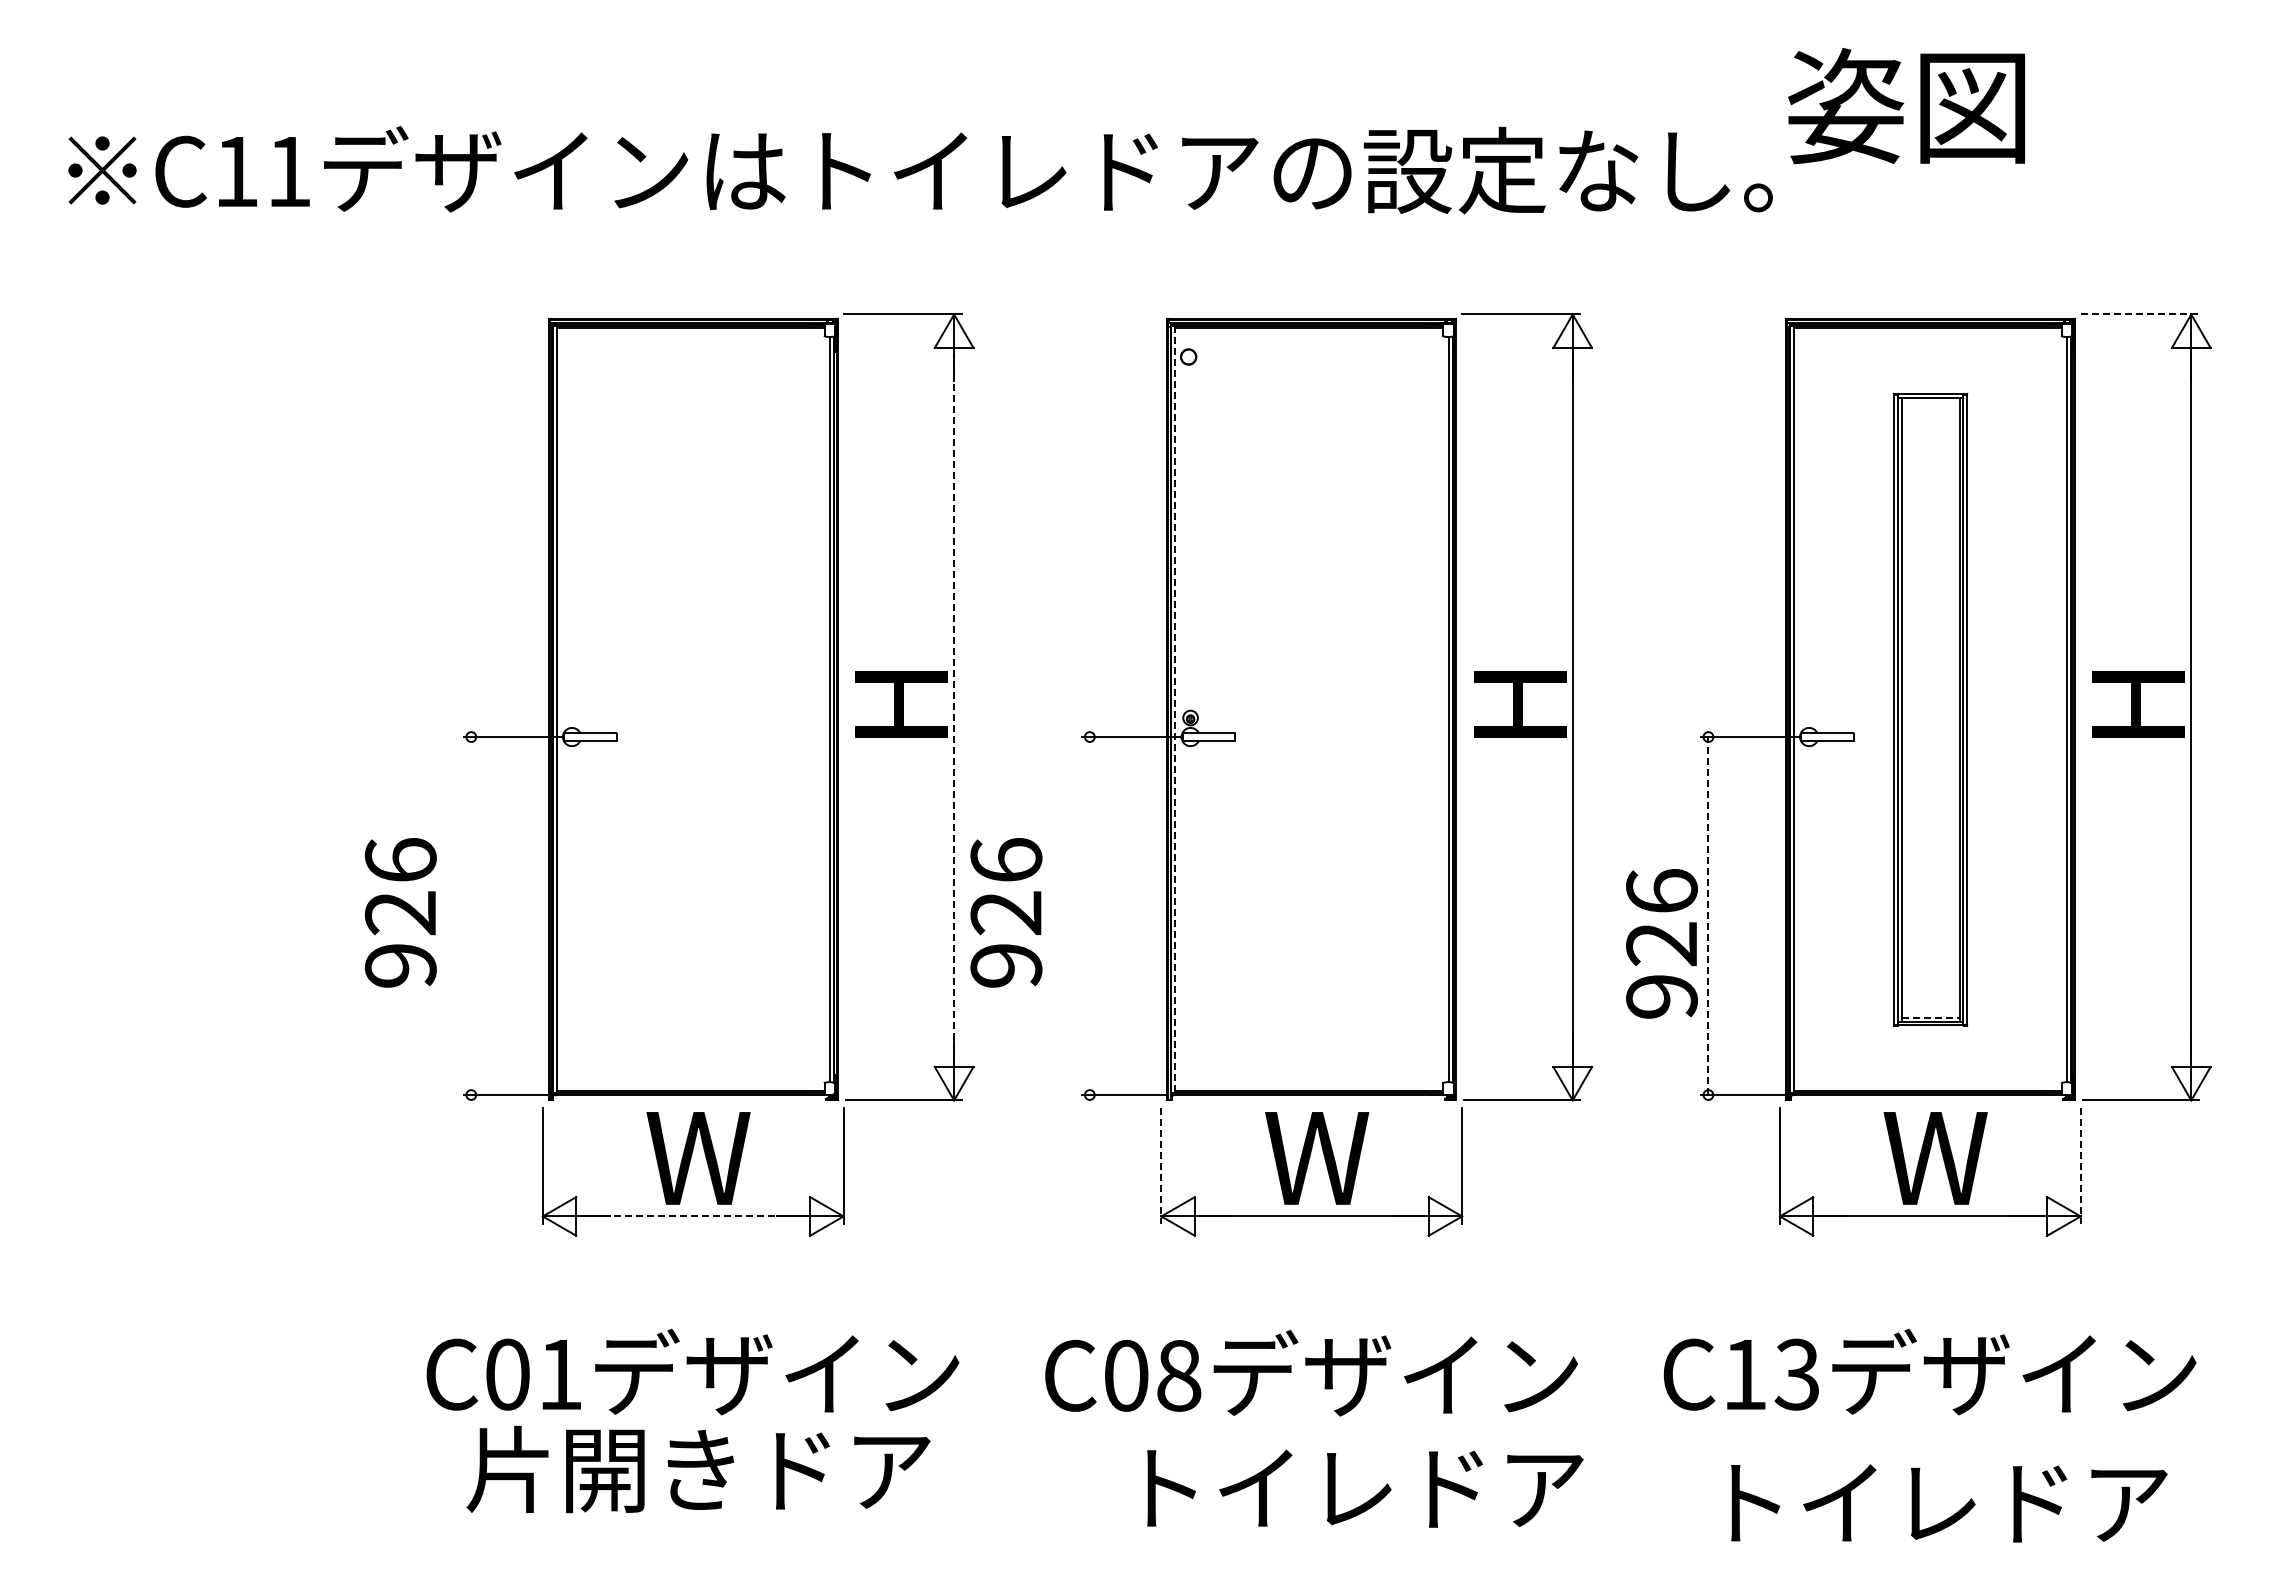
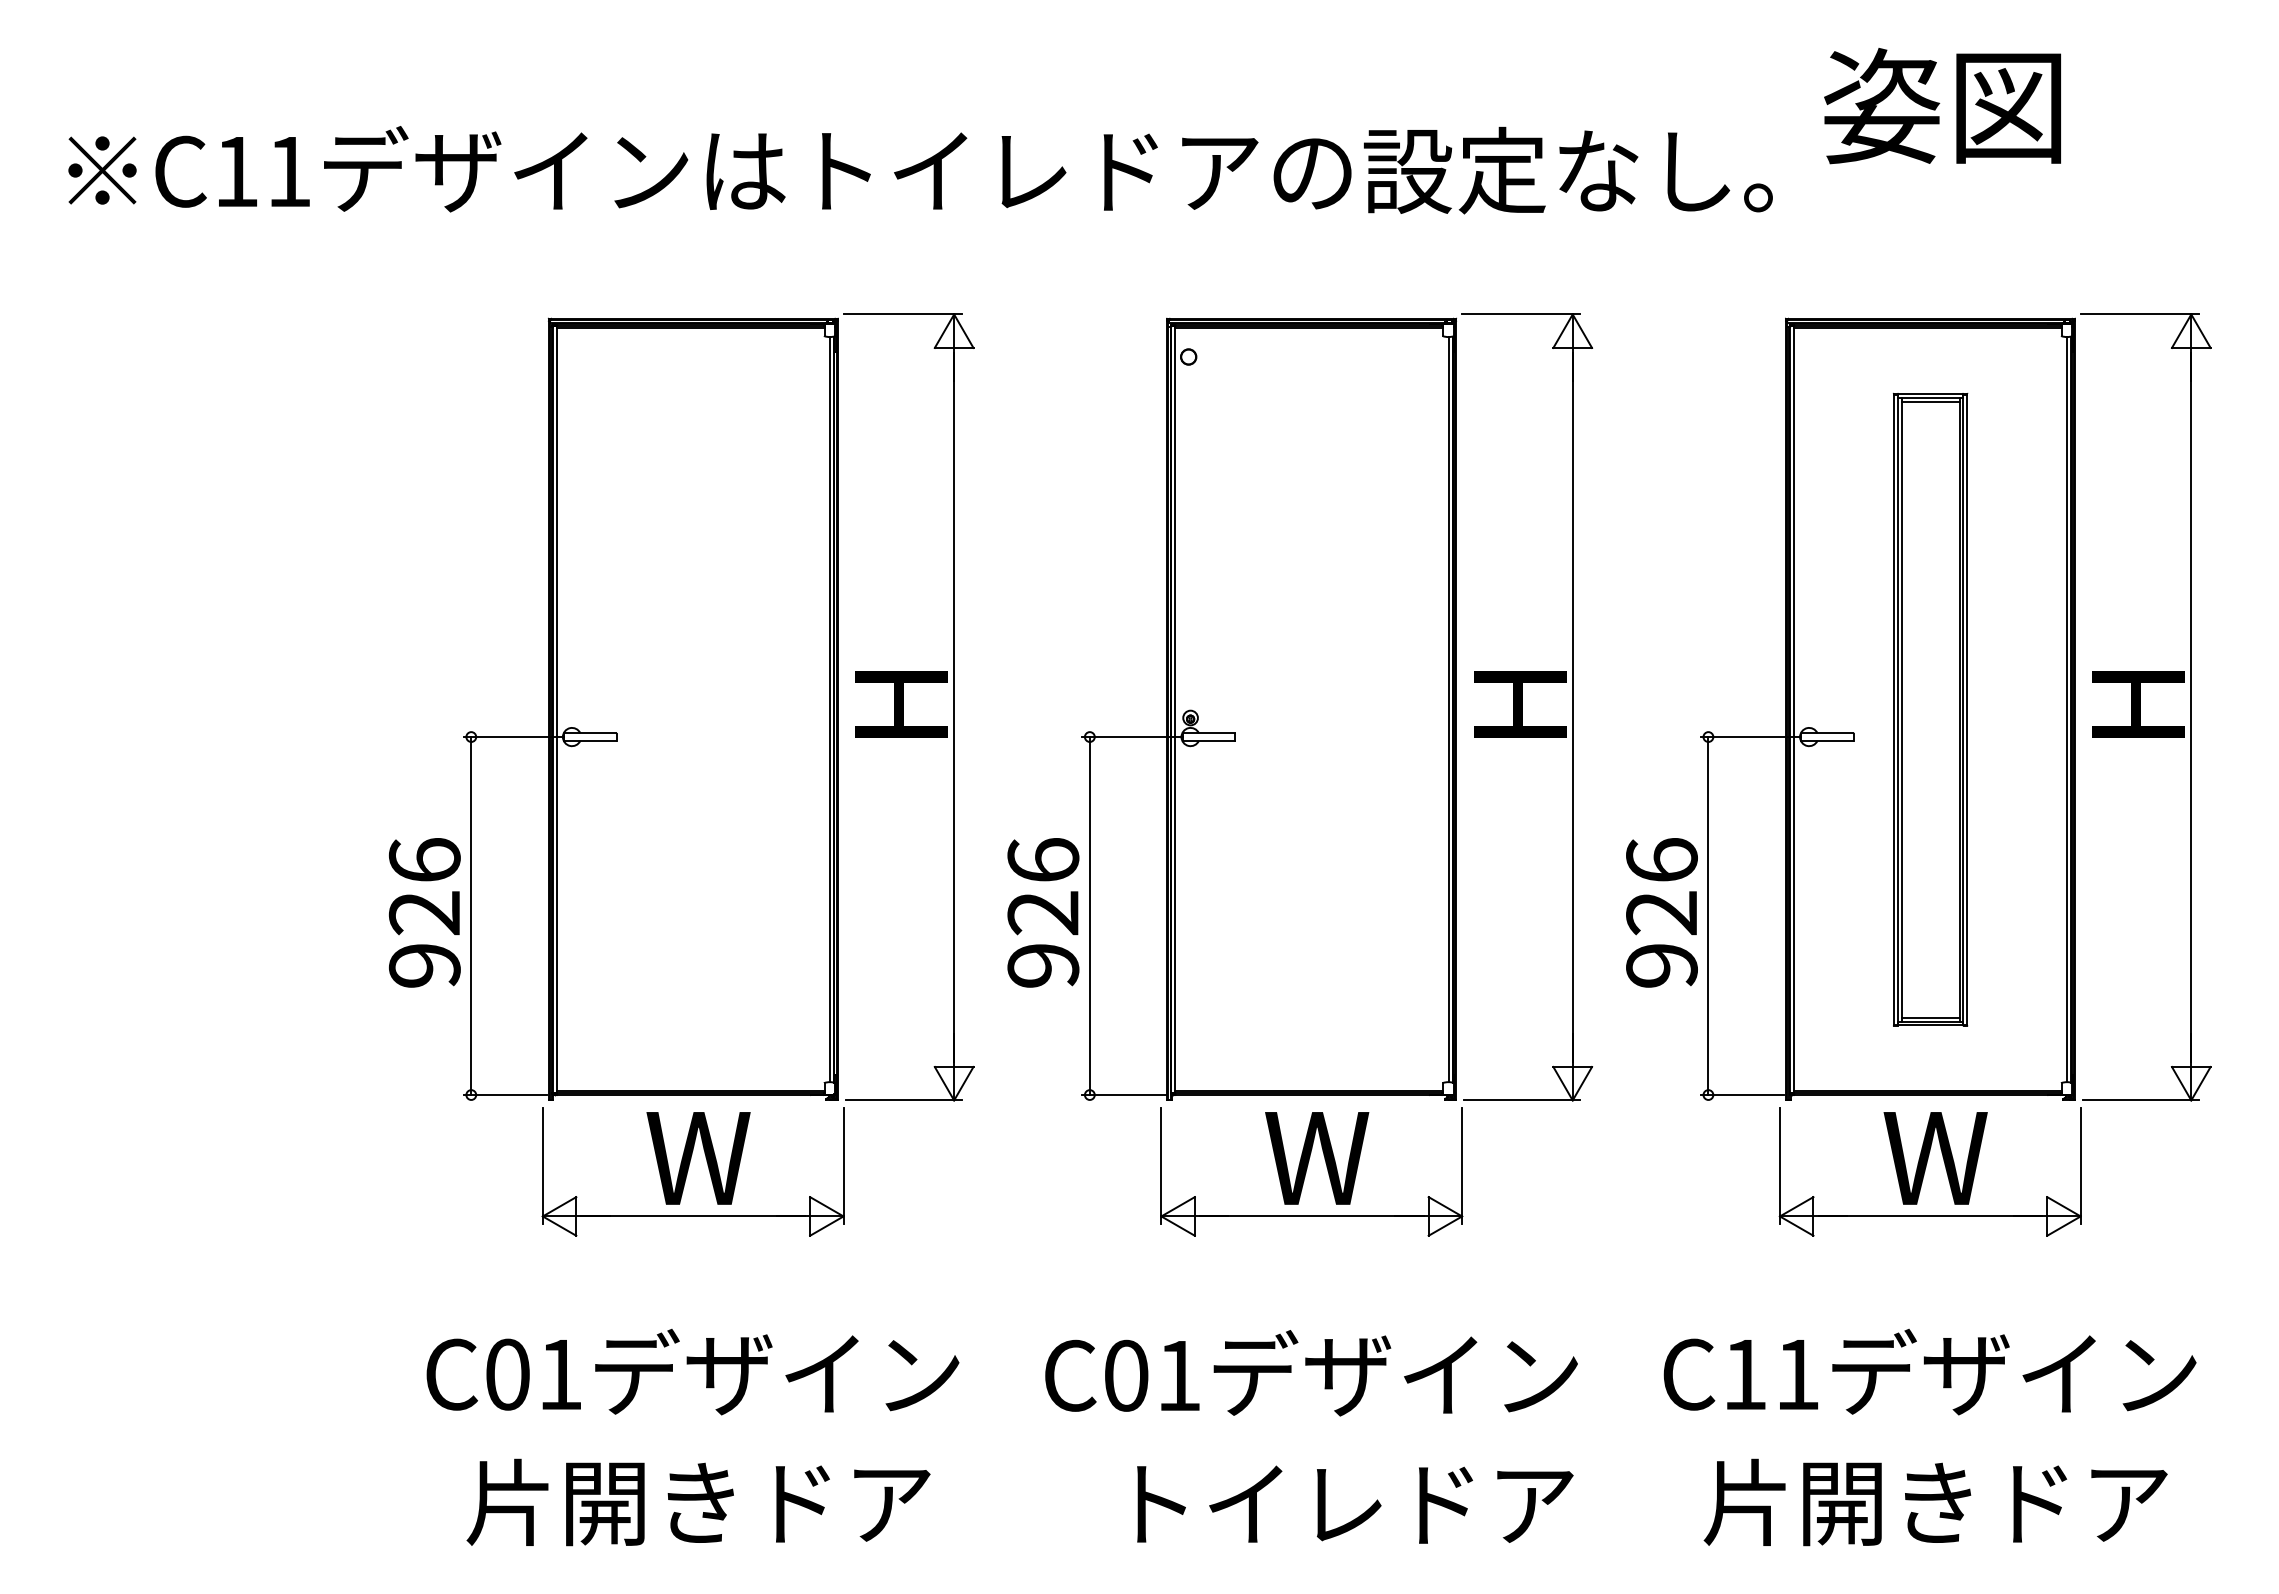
text at (1906, 106) position: (1906, 106) -> (1942, 106)
line at (2140, 314): dashed -> solid
line at (1930, 401): none -> present
line at (954, 706): dashed -> solid
line at (1175, 709): dashed -> solid
text at (400, 912) position: (400, 912) -> (424, 912)
text at (1006, 912) position: (1006, 912) -> (1043, 912)
line at (471, 916): none -> present
line at (1089, 916): none -> present
line at (1708, 916): dashed -> solid
text at (1661, 943) position: (1661, 943) -> (1661, 912)
line at (1930, 1017): dashed -> solid
line at (1161, 1166): dashed -> solid
line at (2080, 1166): dashed -> solid
line at (693, 1216): dashed -> solid
text at (1796, 1374): C13 -> C11
text at (1179, 1375): C08 -> C01
text at (698, 1469) position: (698, 1469) -> (698, 1502)
text at (1365, 1488) position: (1365, 1488) -> (1355, 1504)
text at (1839, 1502): トイレドア -> 片開きドア
